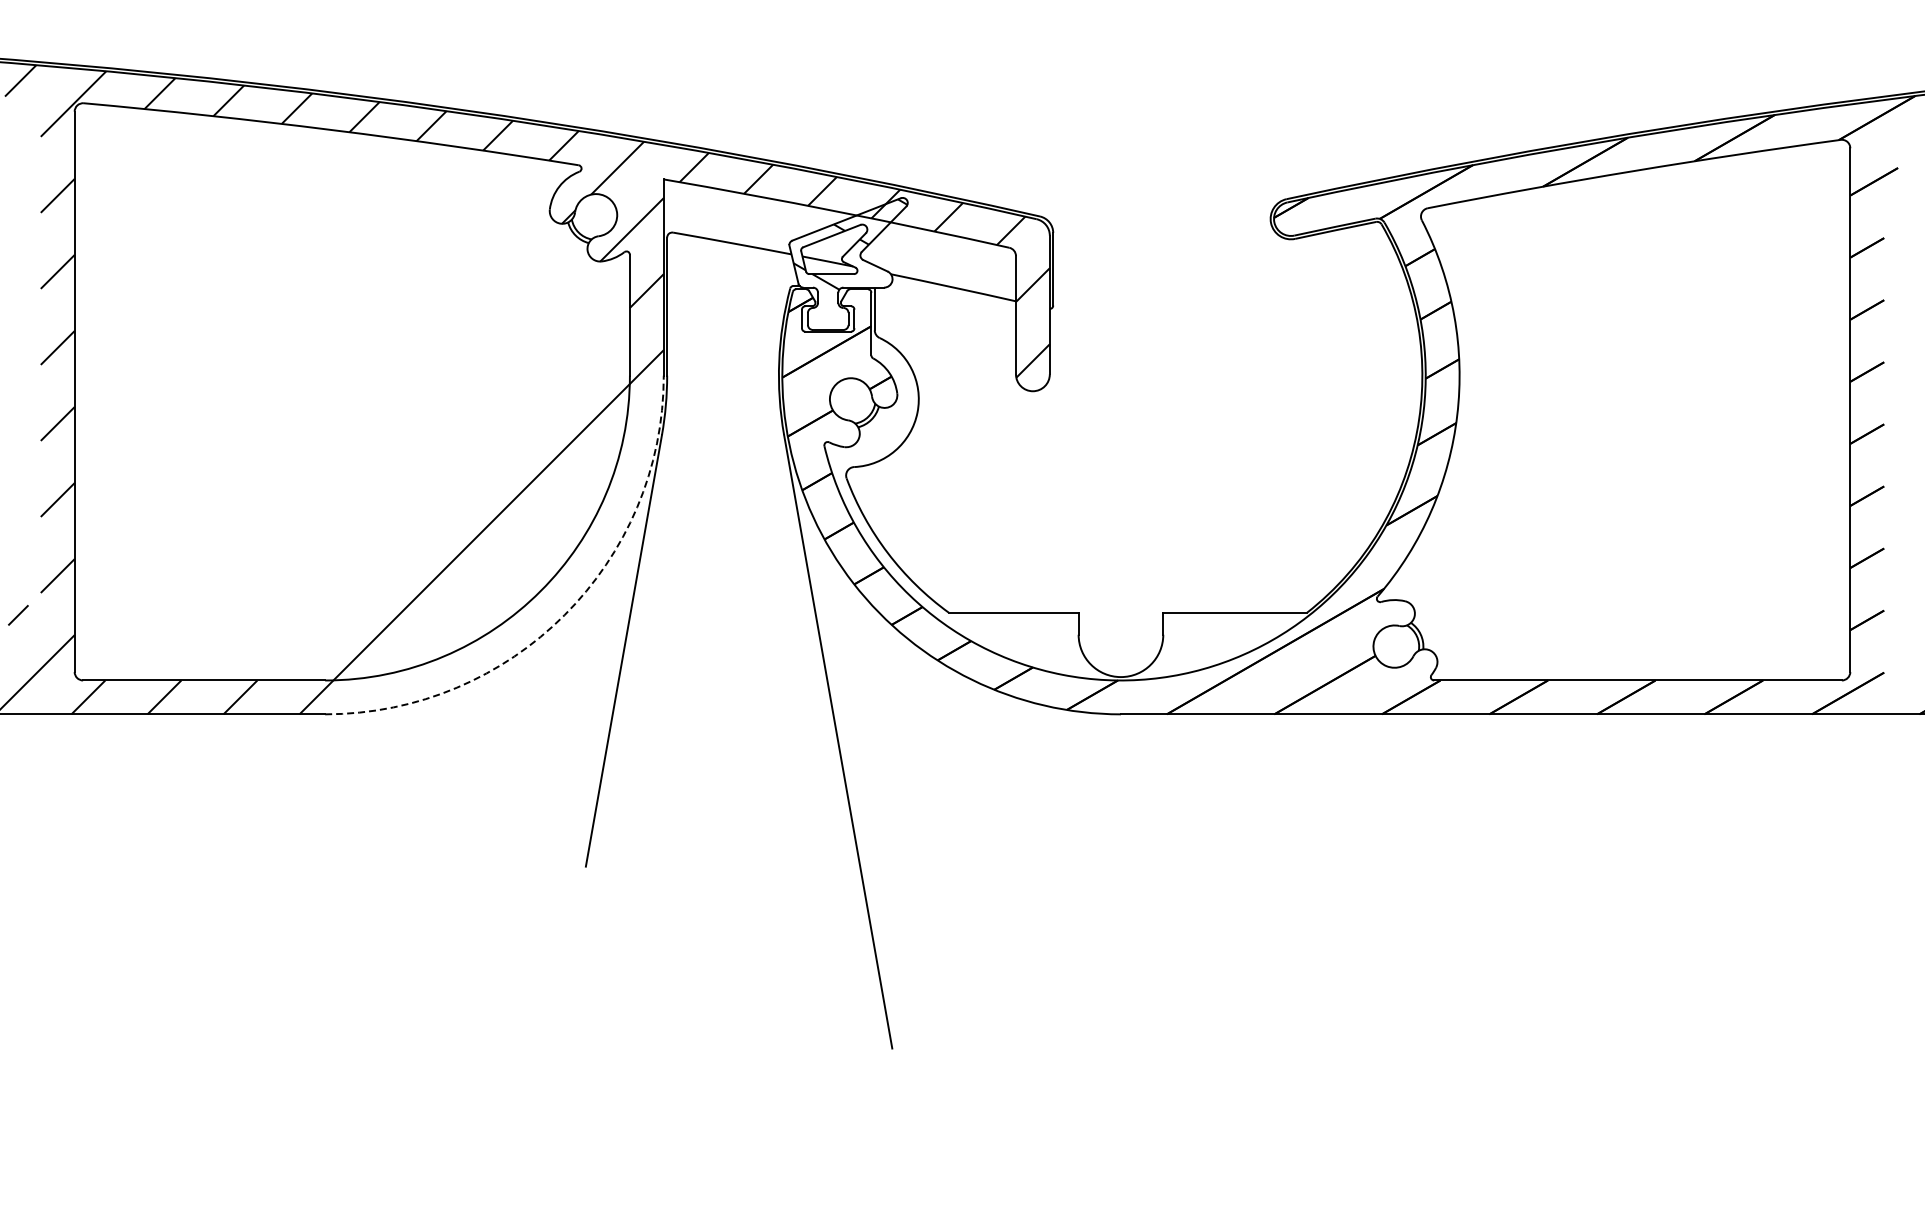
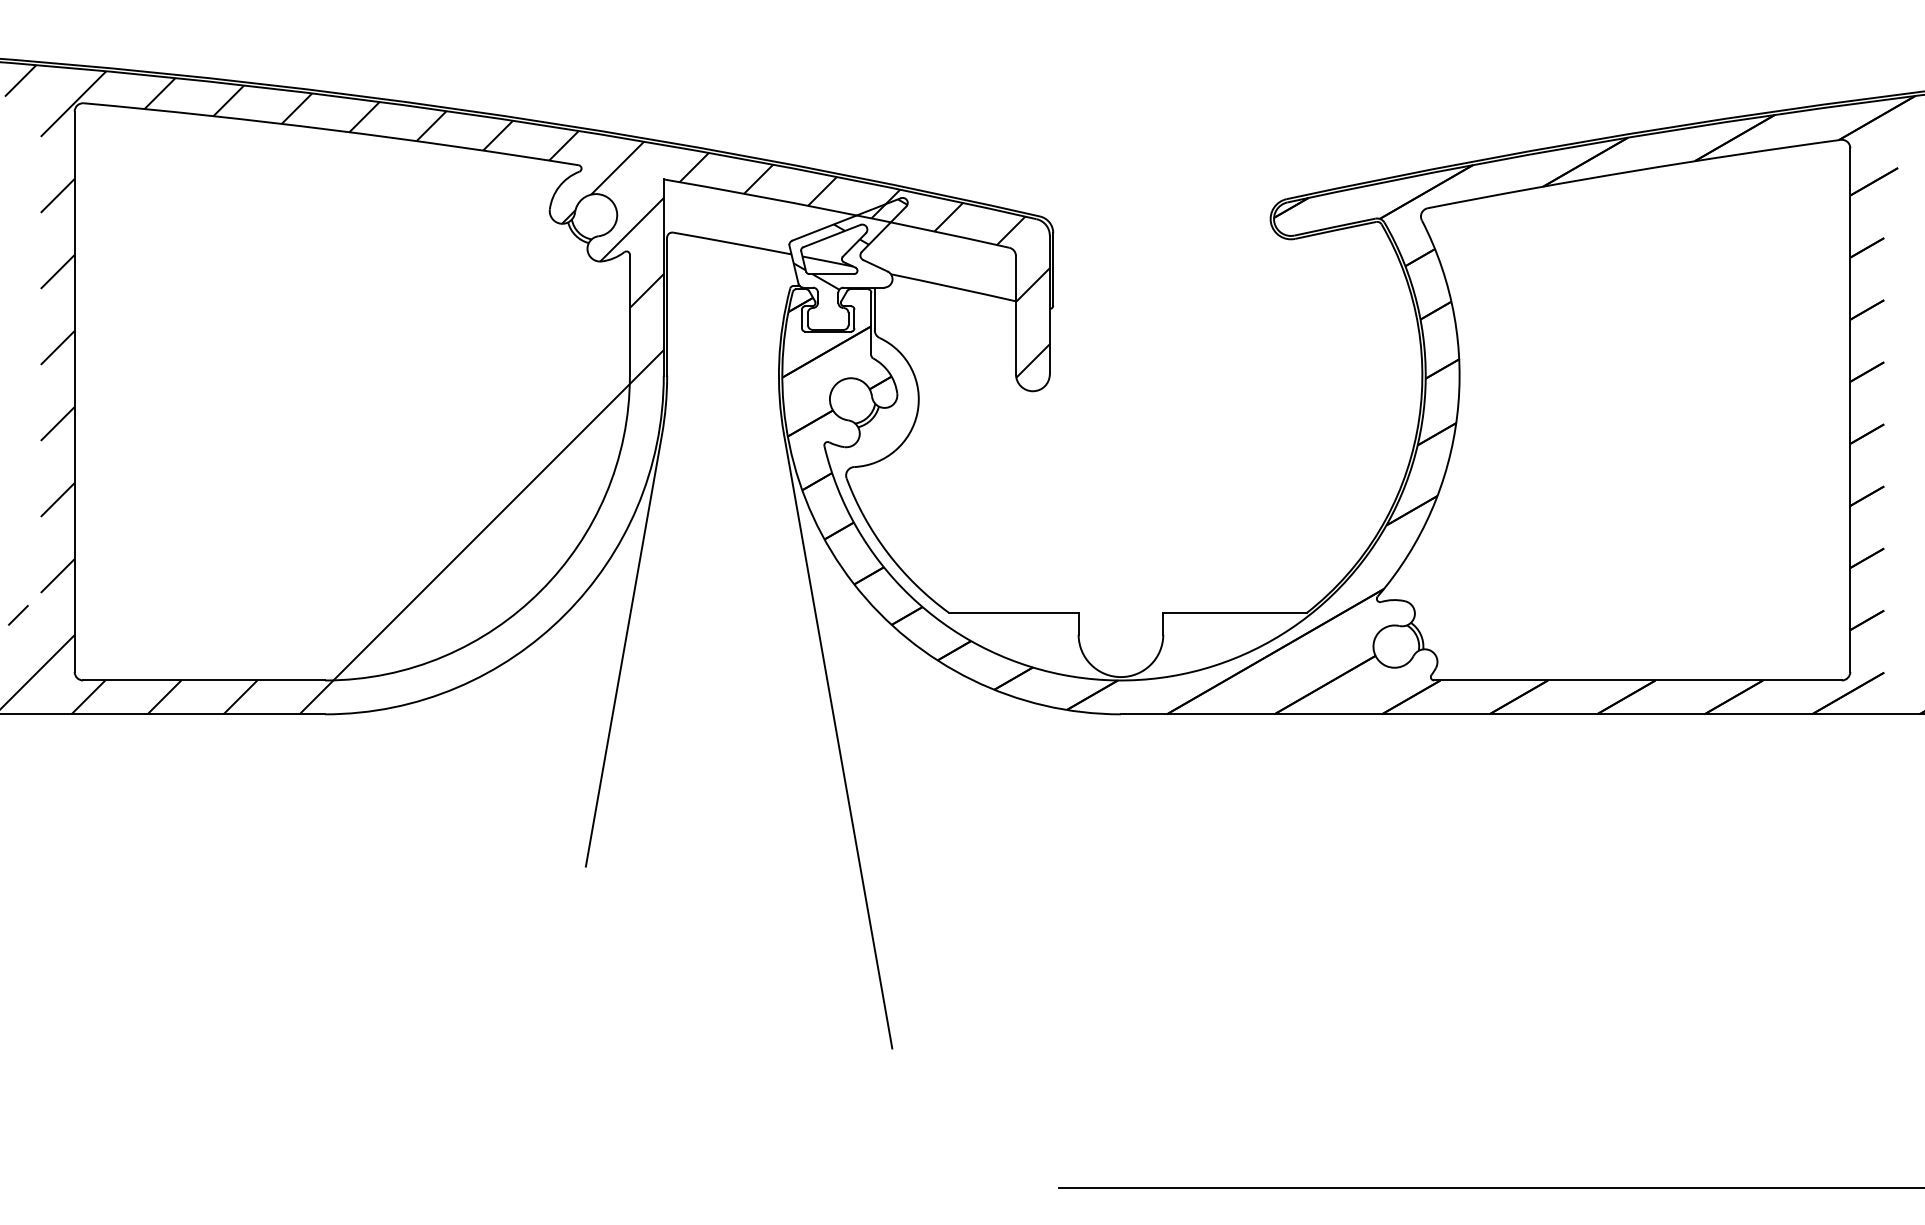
arc at (564, 615): dashed -> solid
line at (1490, 1188): none -> present
